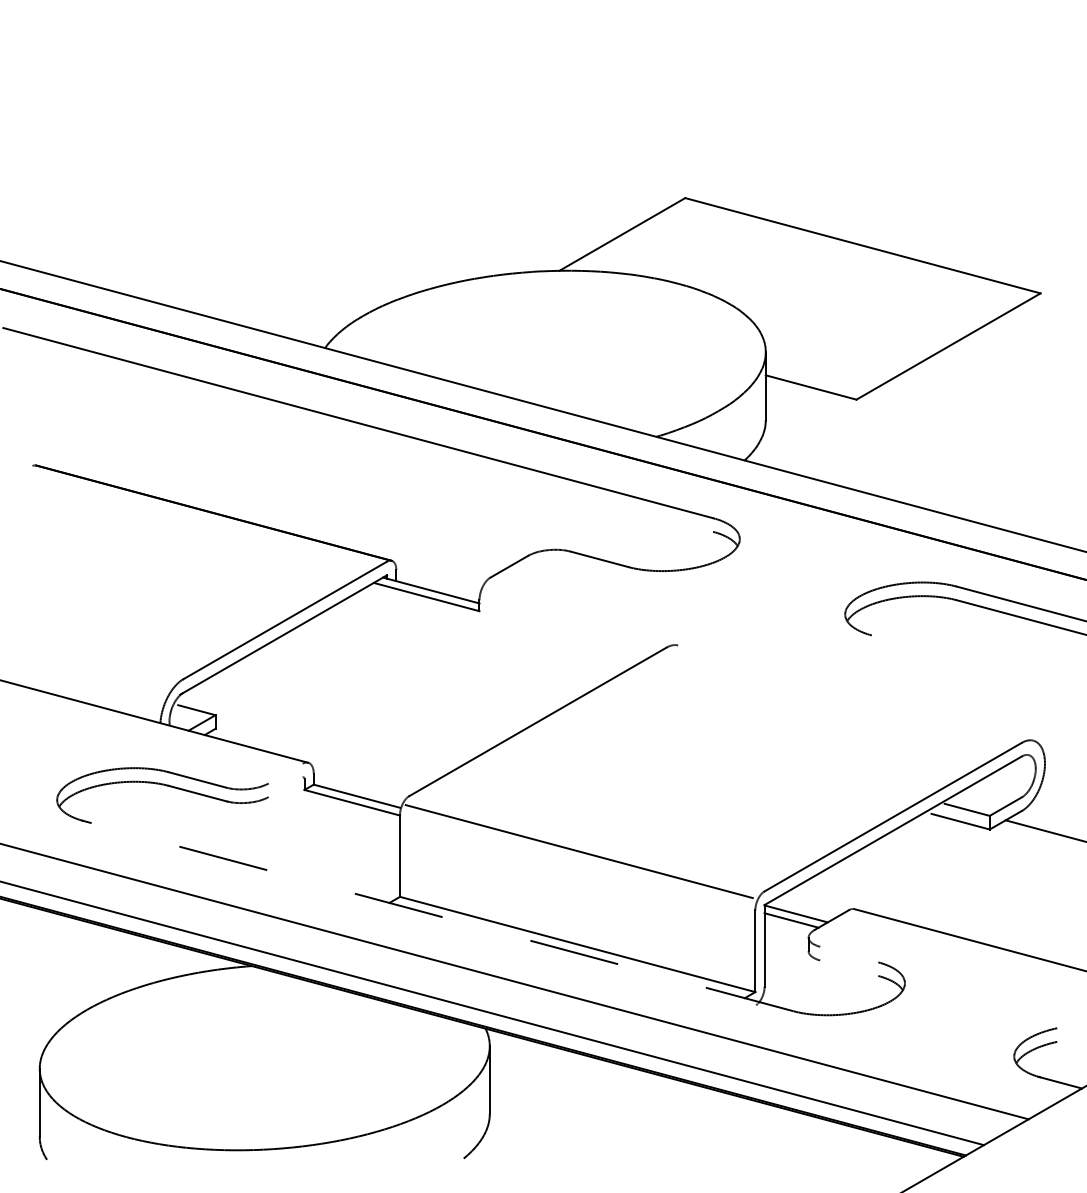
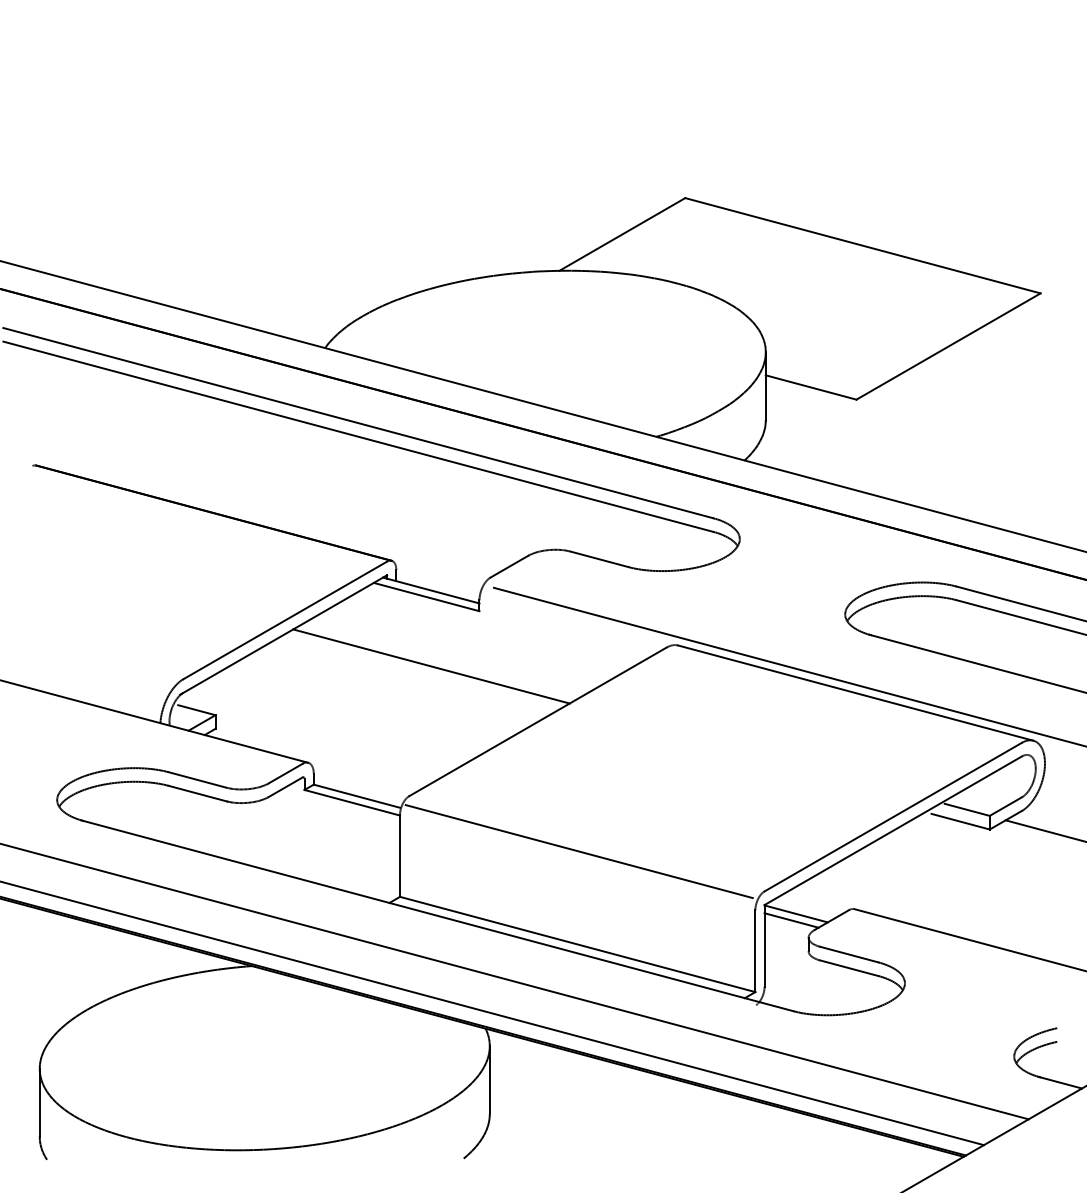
line at (358, 436): none -> present
line at (976, 663): none -> present
line at (431, 666): none -> present
line at (788, 666): none -> present
line at (855, 692): none -> present
line at (285, 773): none -> present
line at (285, 787): none -> present
line at (437, 915): dashed -> solid
line at (849, 954): none -> present
line at (849, 967): none -> present
